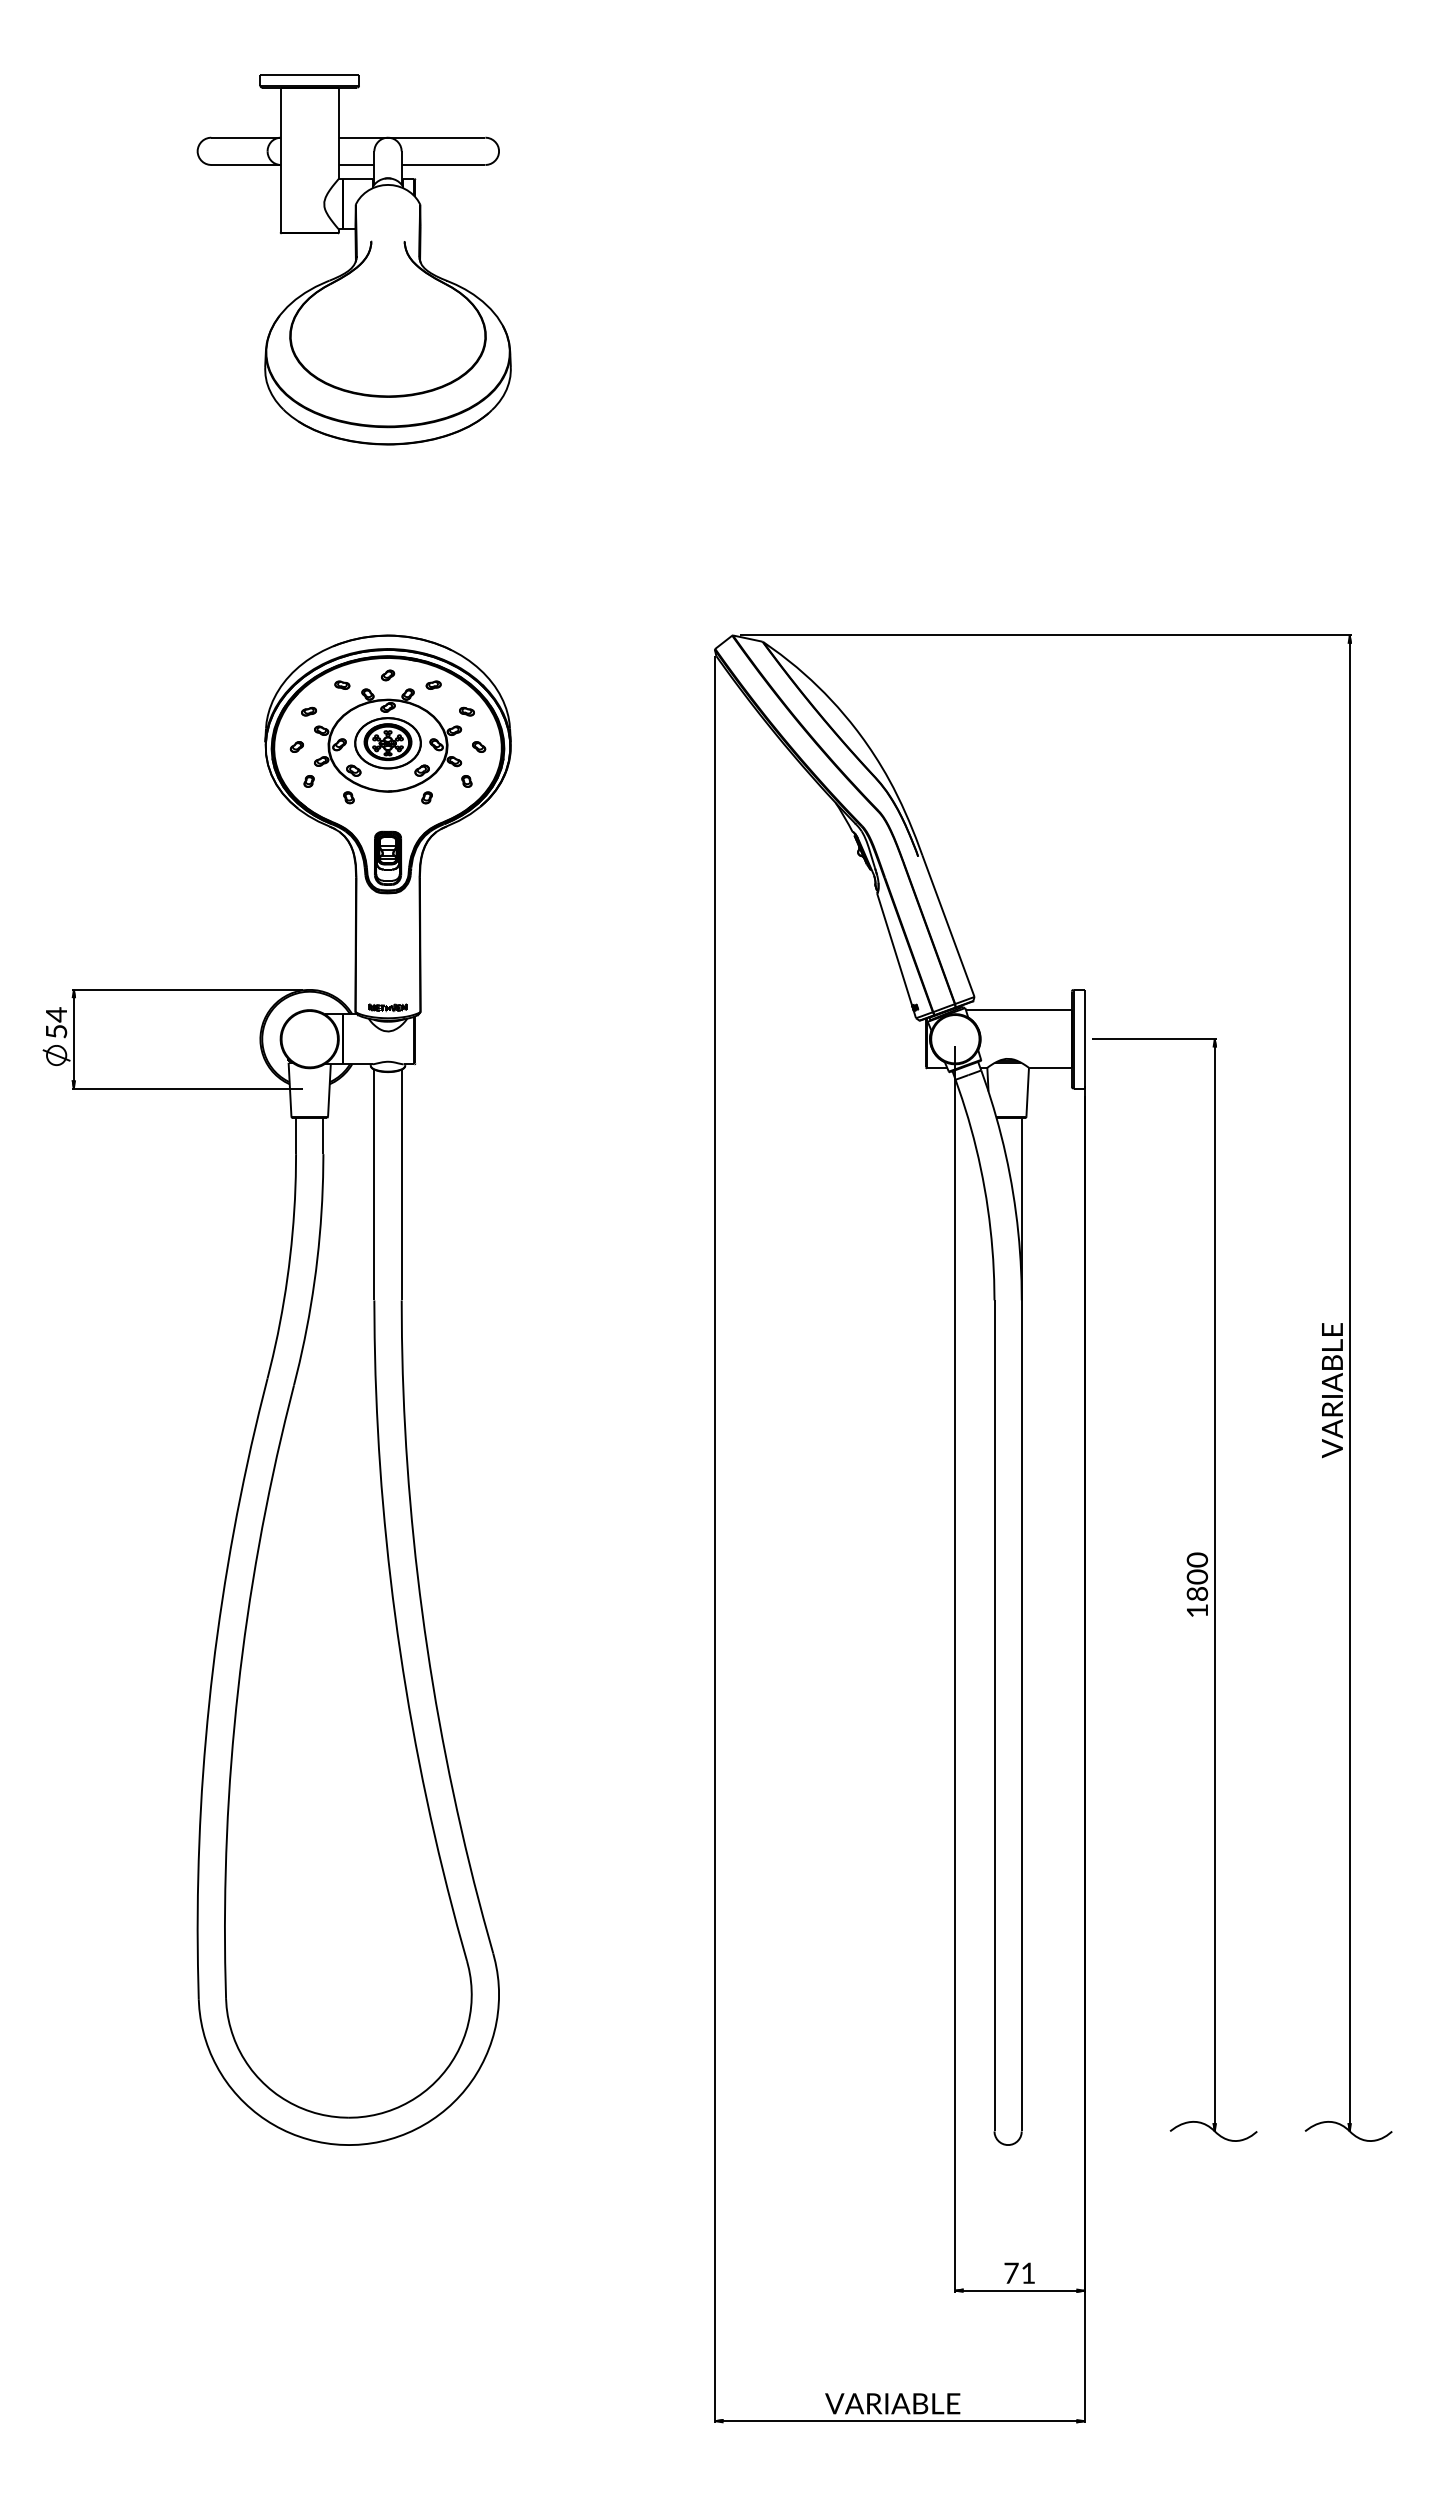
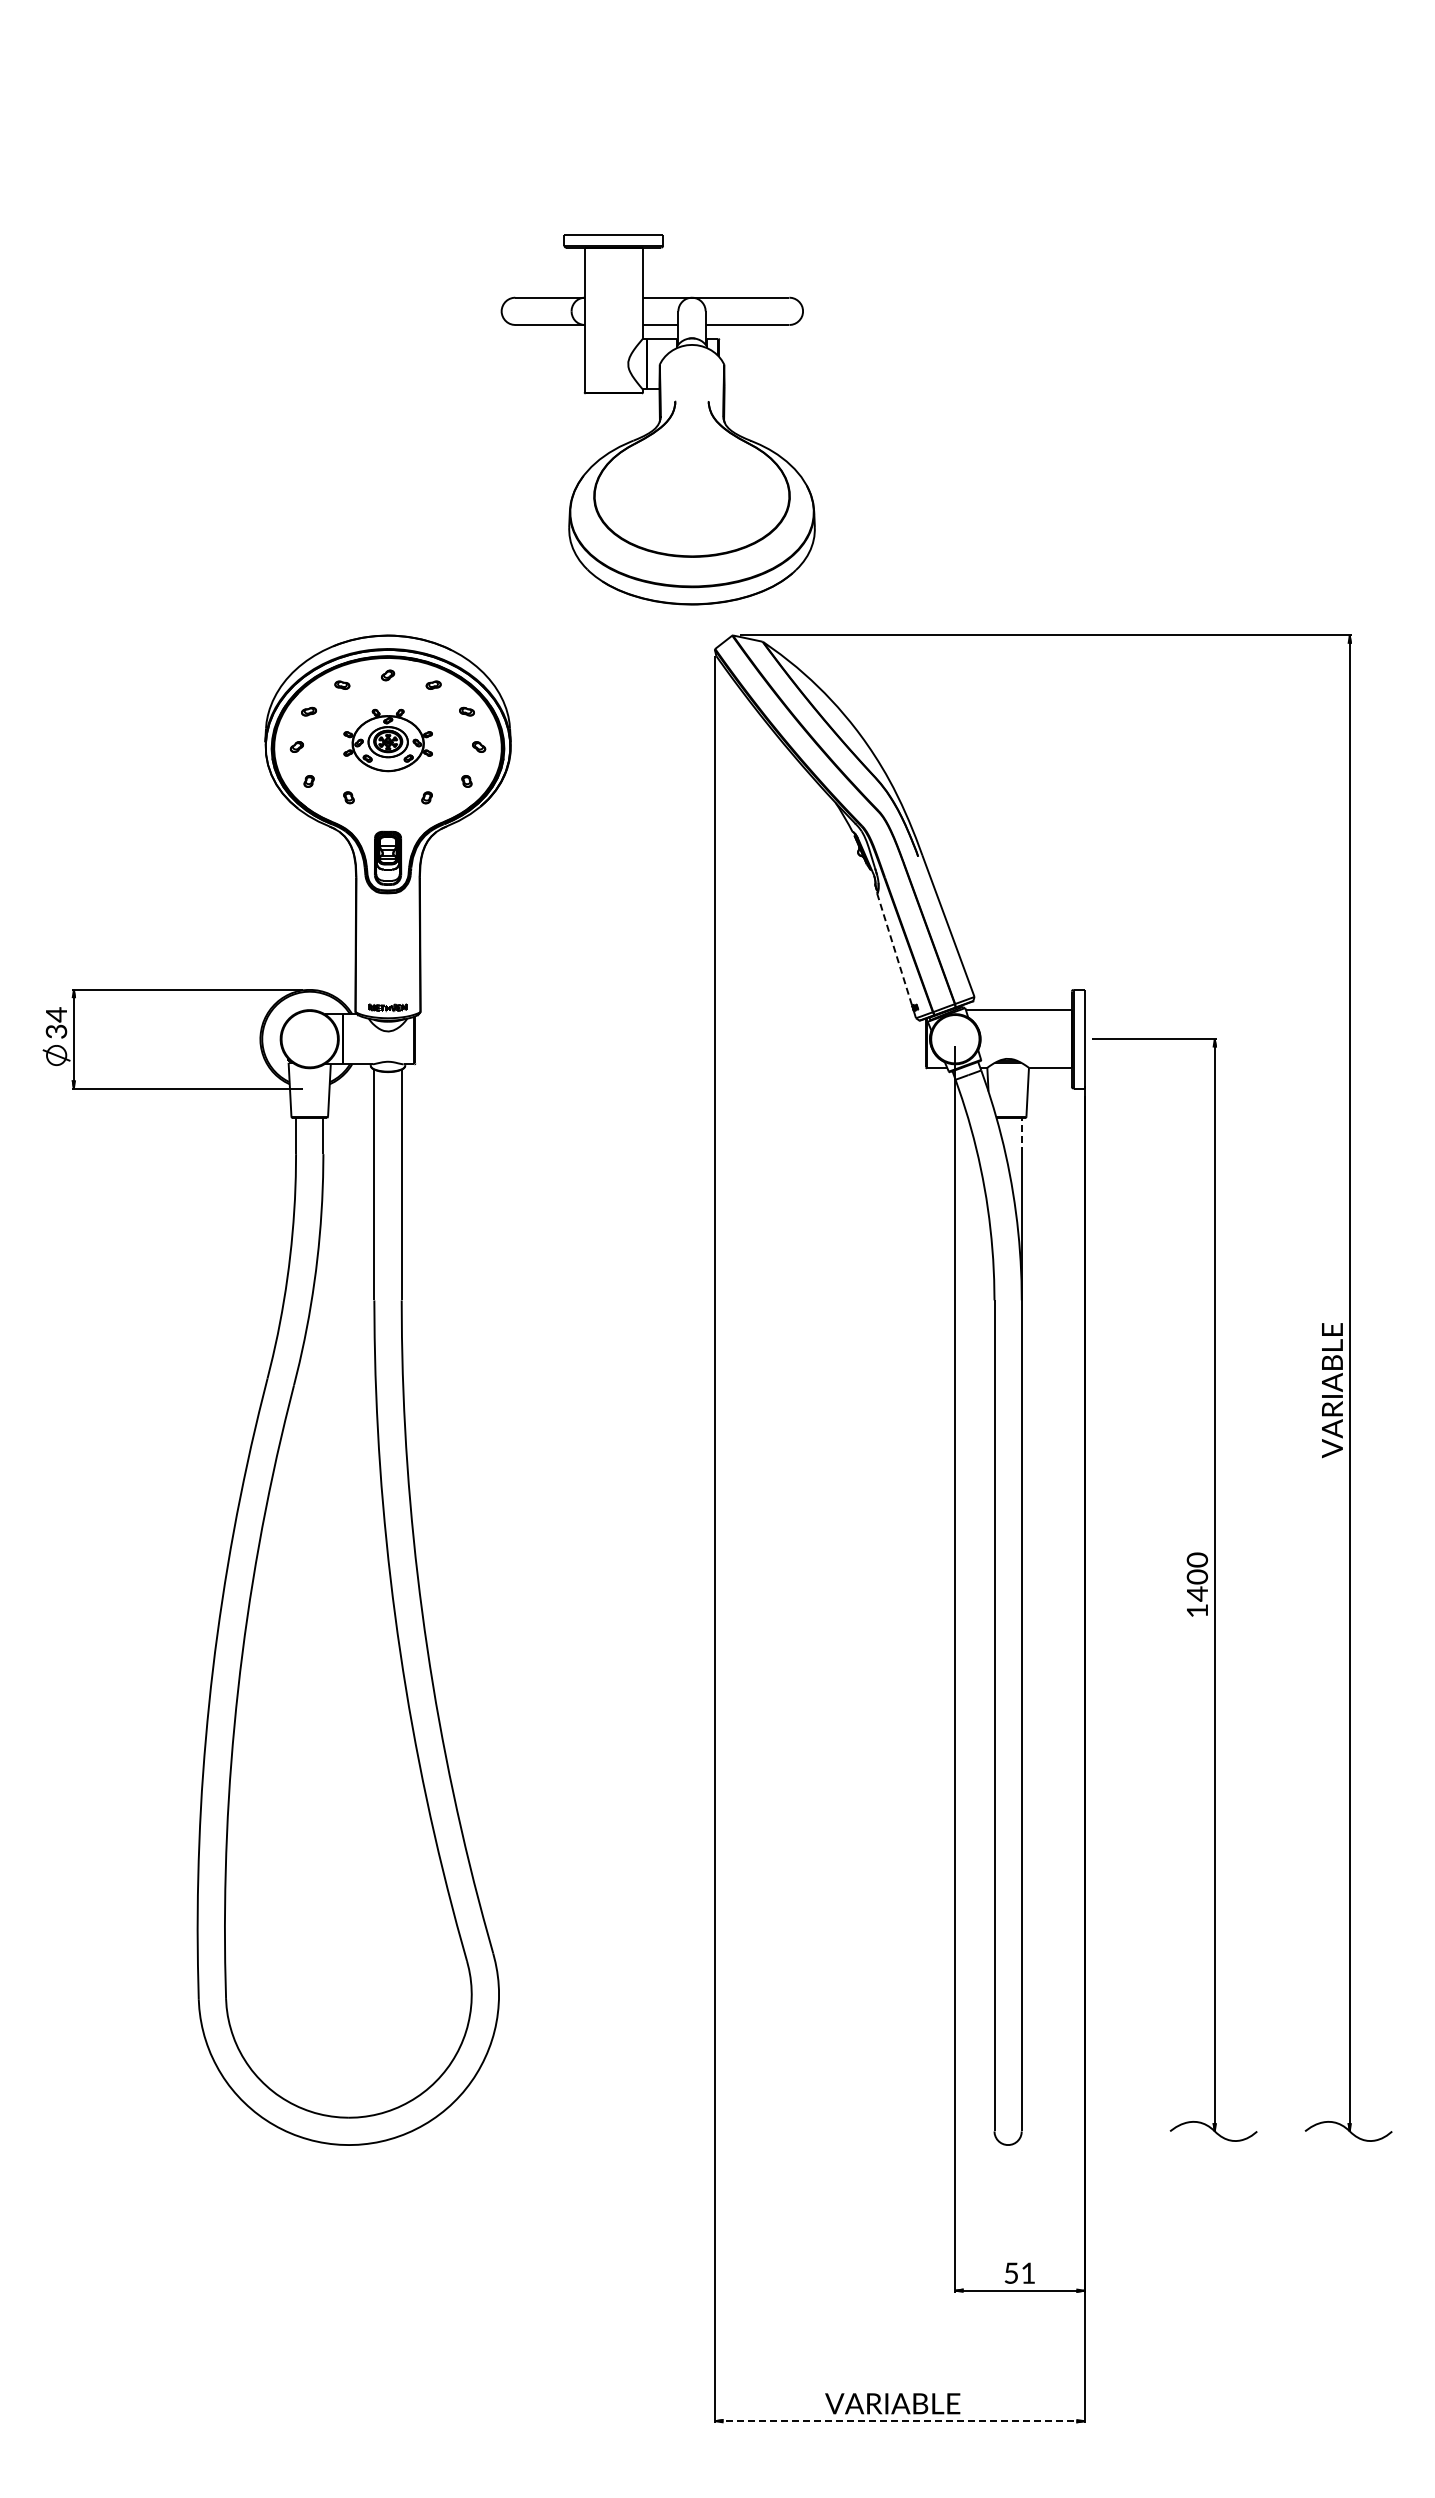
part at (353, 259) position: (353, 259) -> (657, 419)
part at (388, 740) size: 149x105 px -> 90x65 px
line at (895, 951): solid -> dashed
text at (56, 1031): 54 -> 34
line at (1021, 1135): solid -> dashed
text at (1197, 1593): 1800 -> 1400
text at (1011, 2272): 71 -> 51
line at (899, 2421): solid -> dashed
